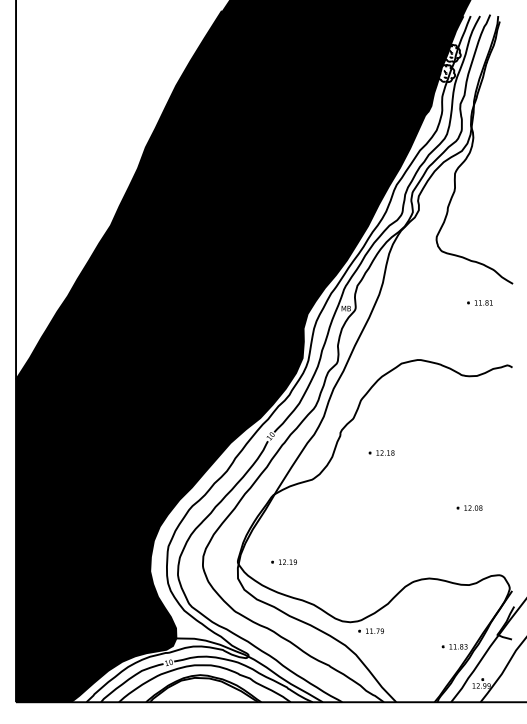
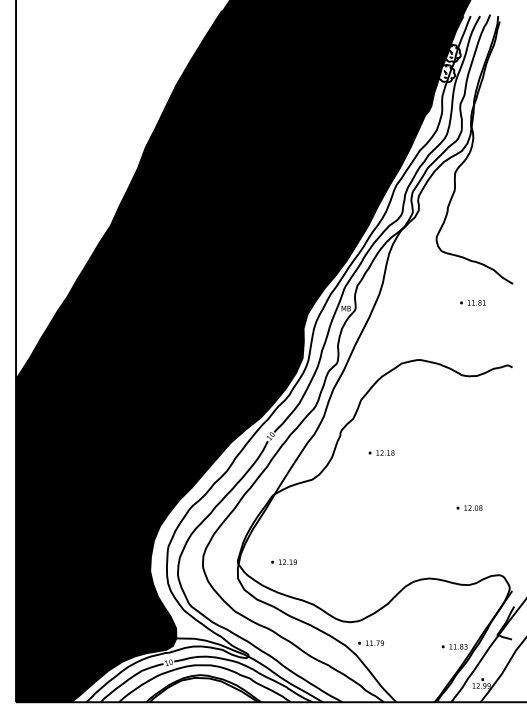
part at (479, 302) position: (479, 302) -> (472, 302)
part at (370, 630) position: (370, 630) -> (370, 642)
